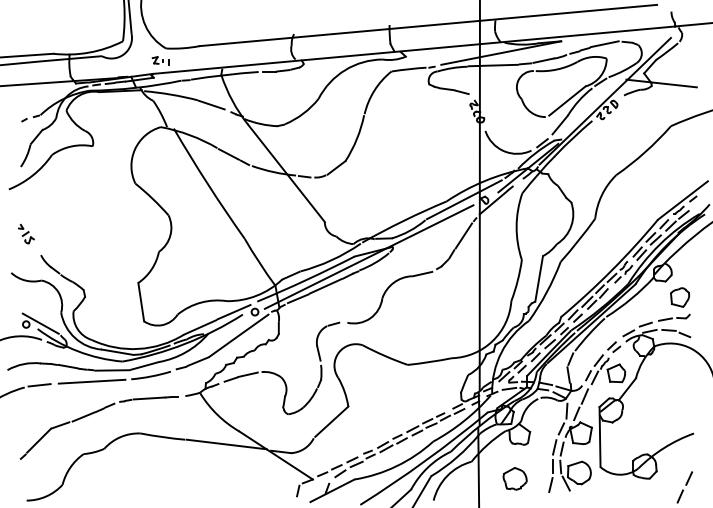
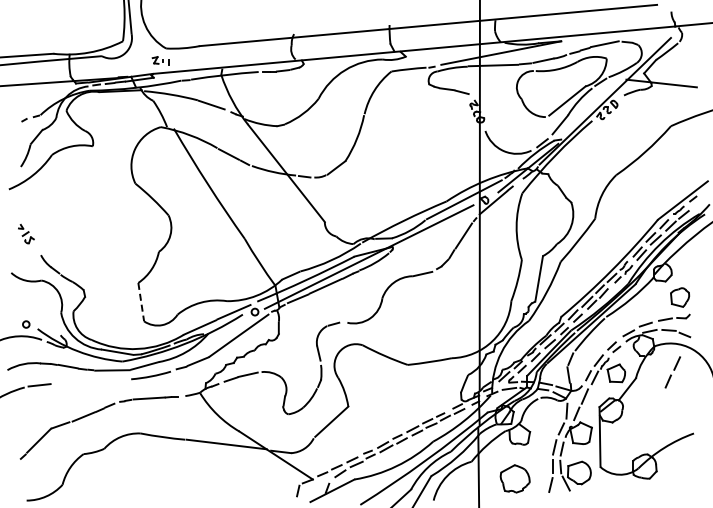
line at (141, 302): solid -> dashed
line at (40, 323): present -> none
line at (91, 381): present -> none
part at (514, 478) size: 26x24 px -> 32x30 px
line at (685, 485) position: (685, 485) -> (673, 370)
